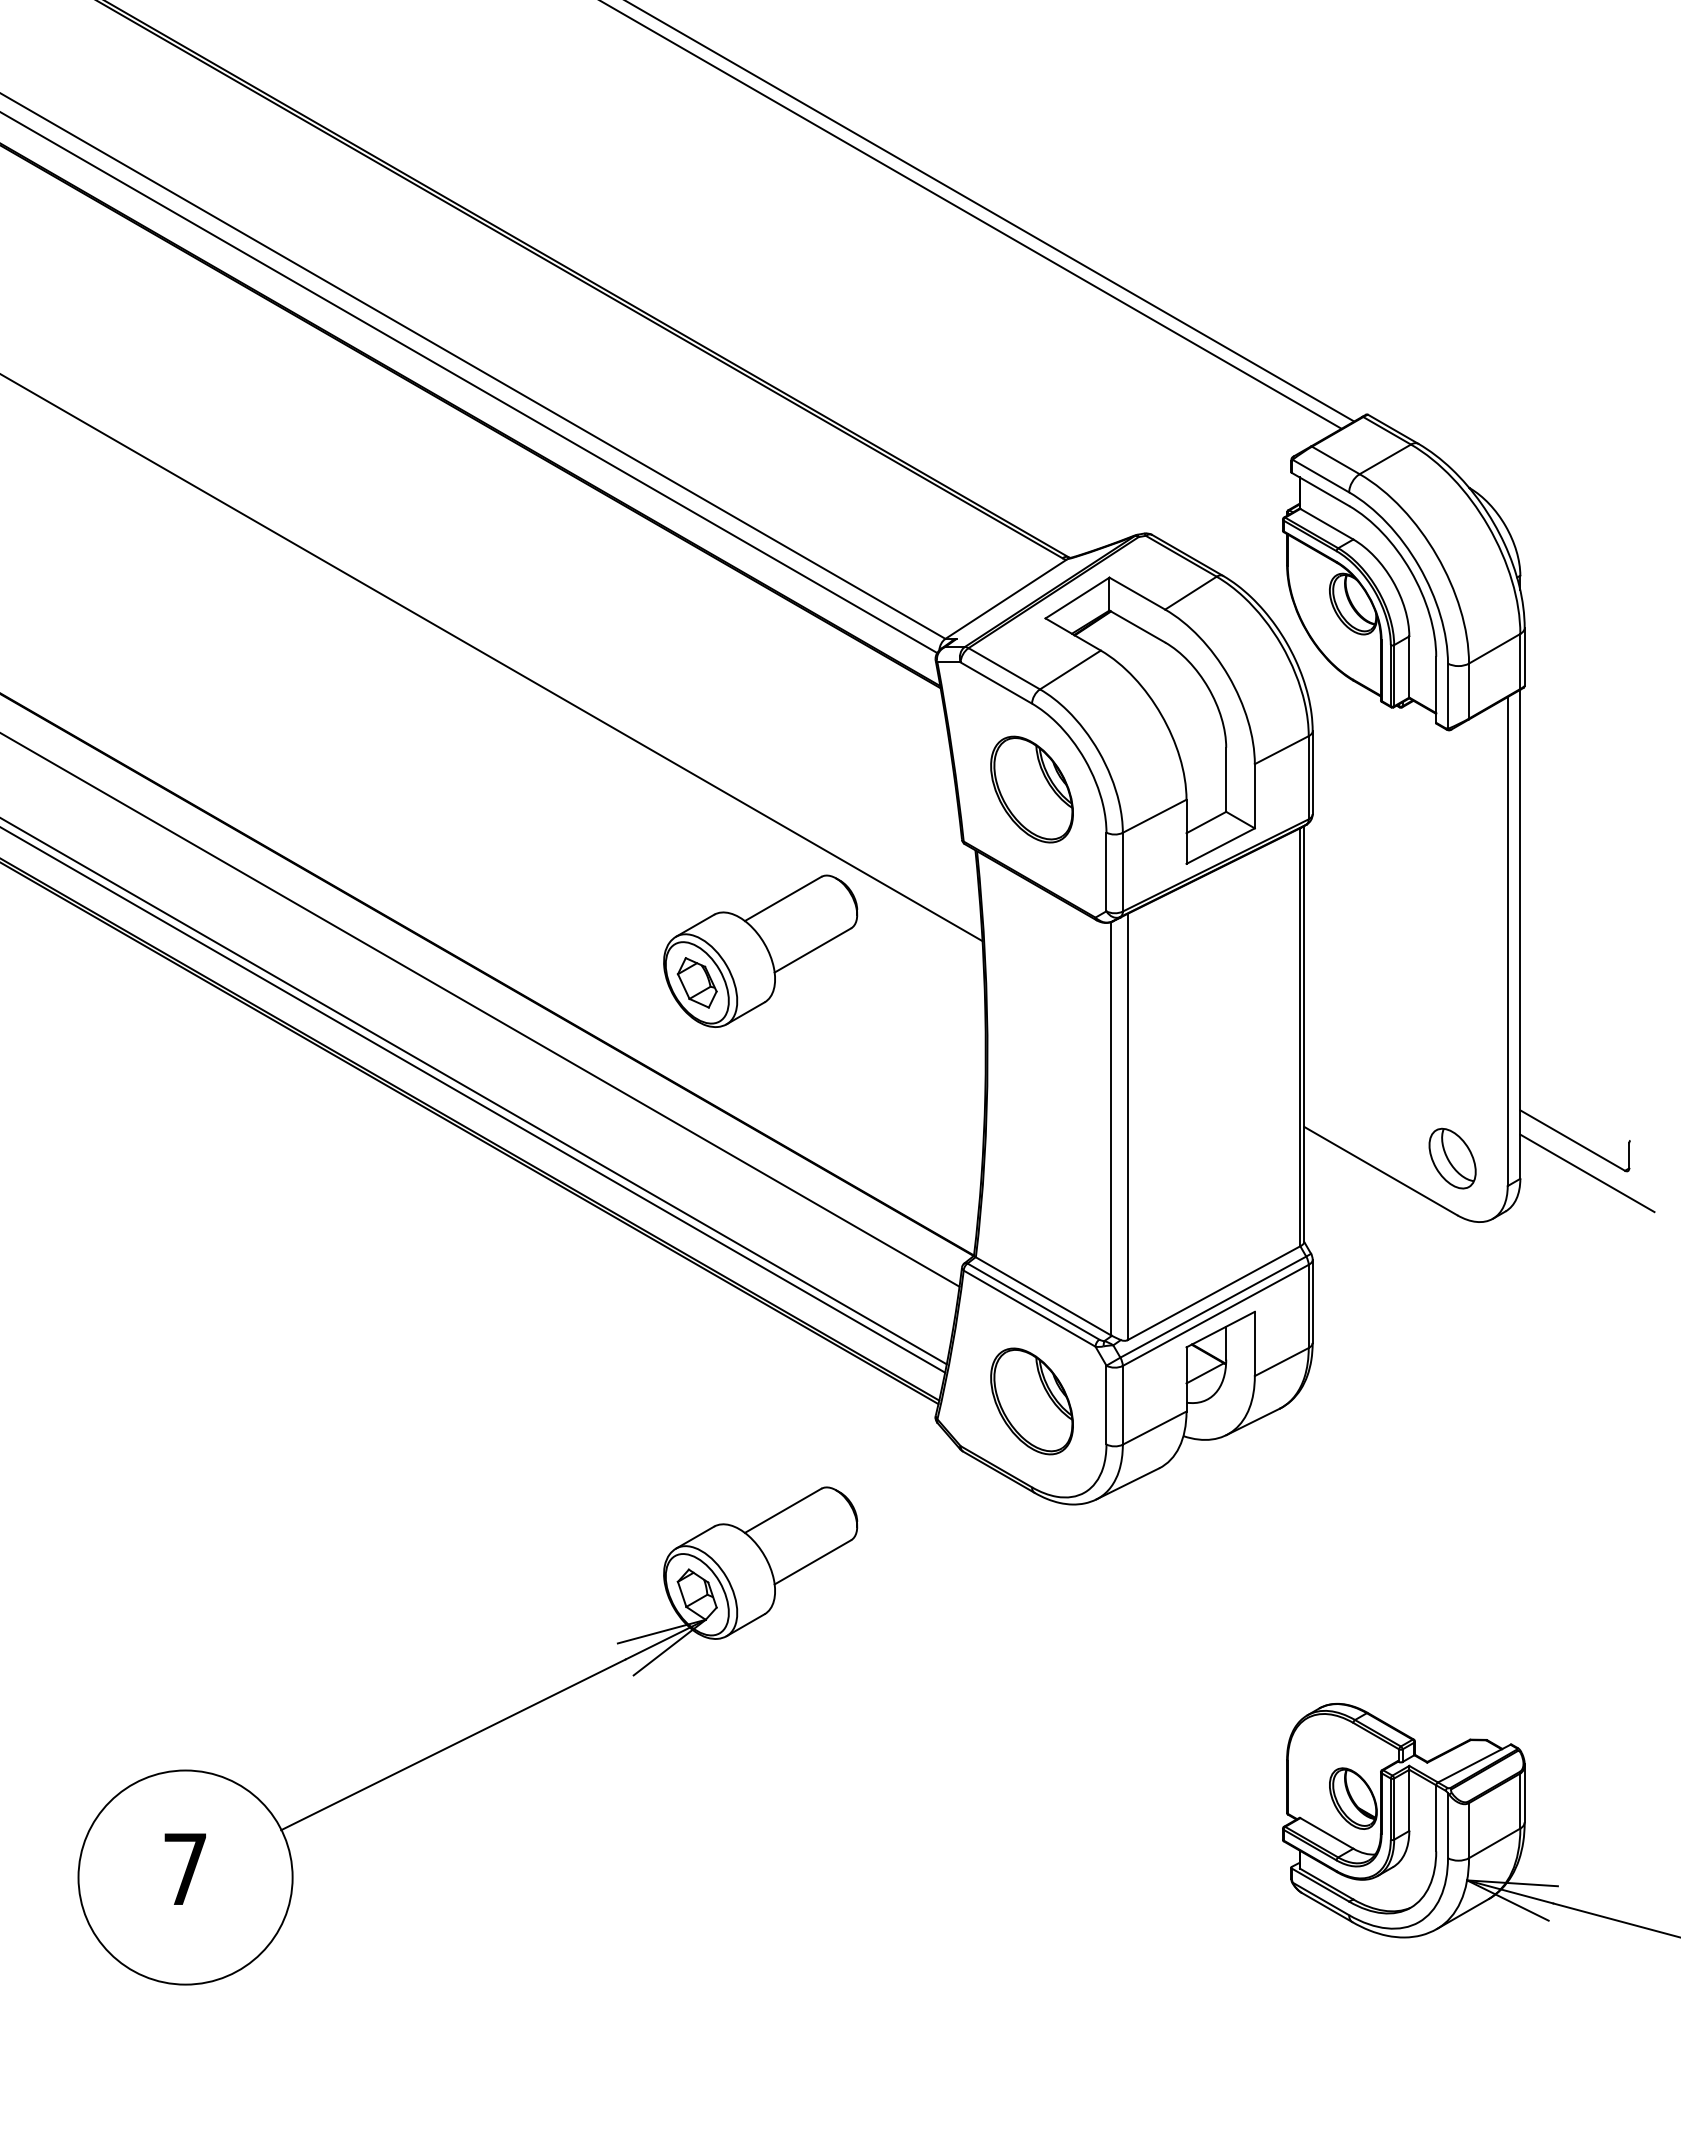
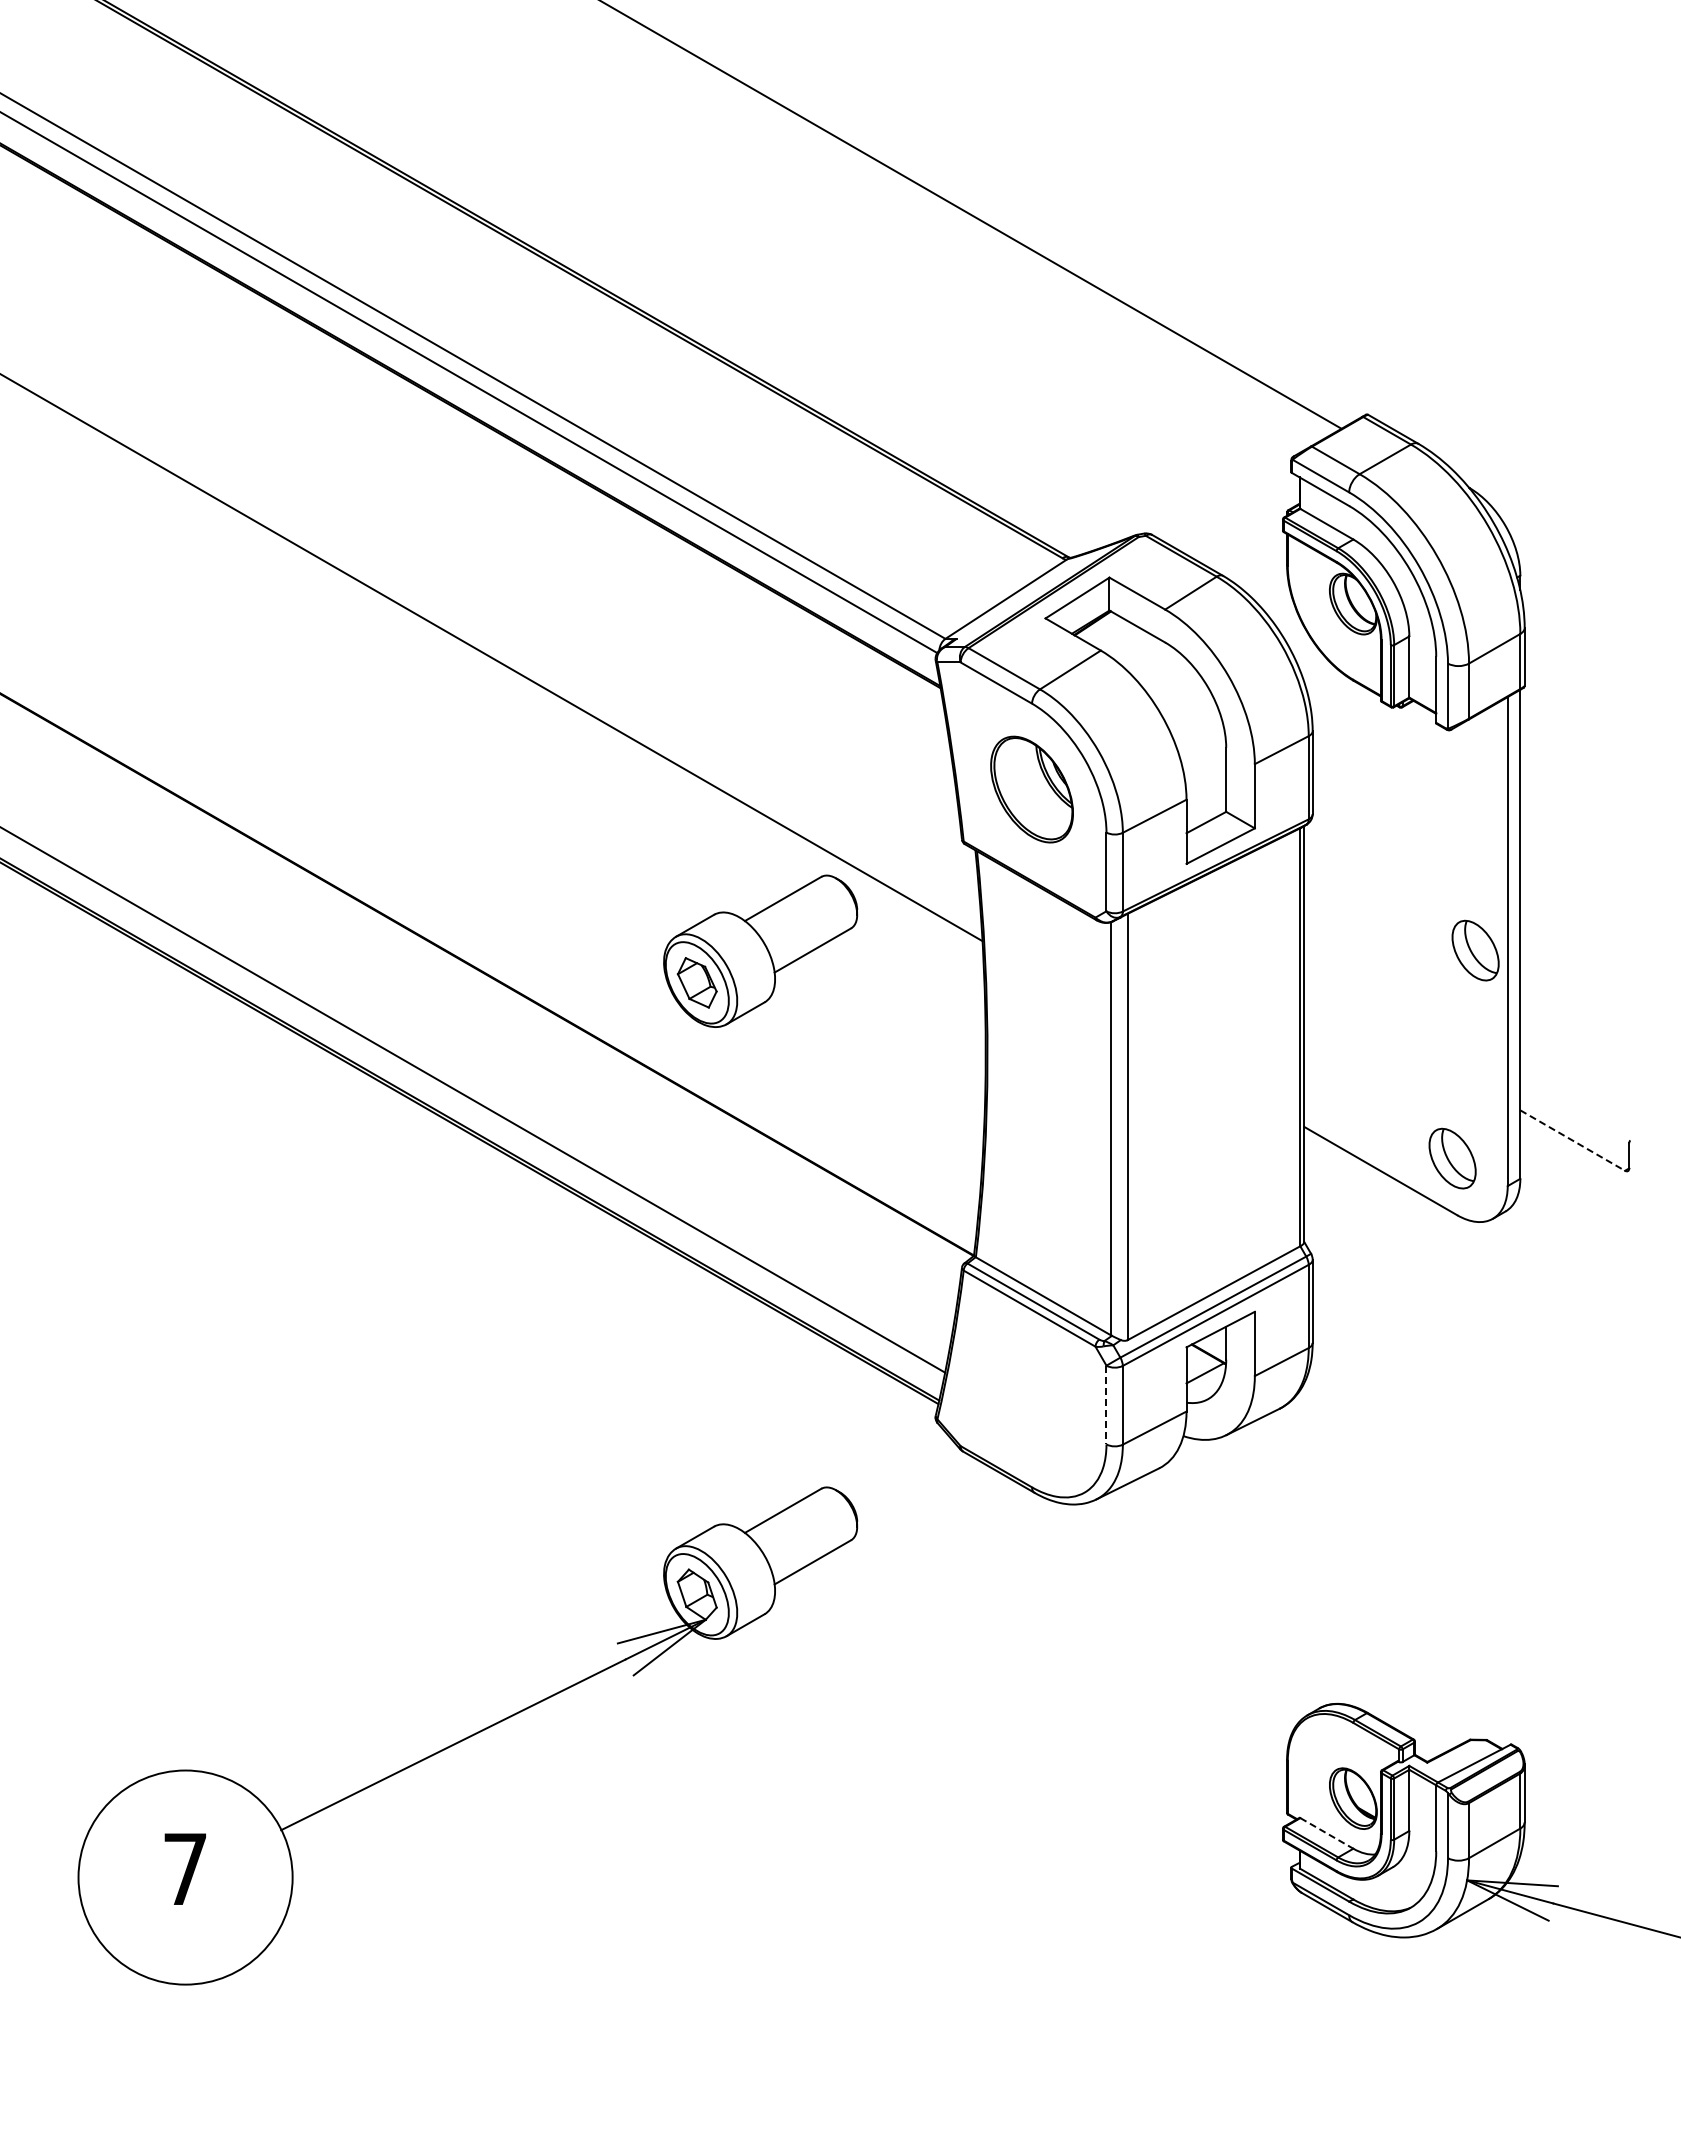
line at (991, 211): present -> none
part at (1475, 950): none -> present
line at (480, 1010): present -> none
line at (474, 1091): present -> none
line at (1573, 1140): solid -> dashed
line at (1587, 1173): present -> none
part at (1031, 1401): present -> none
line at (1106, 1405): solid -> dashed
line at (1326, 1833): solid -> dashed
